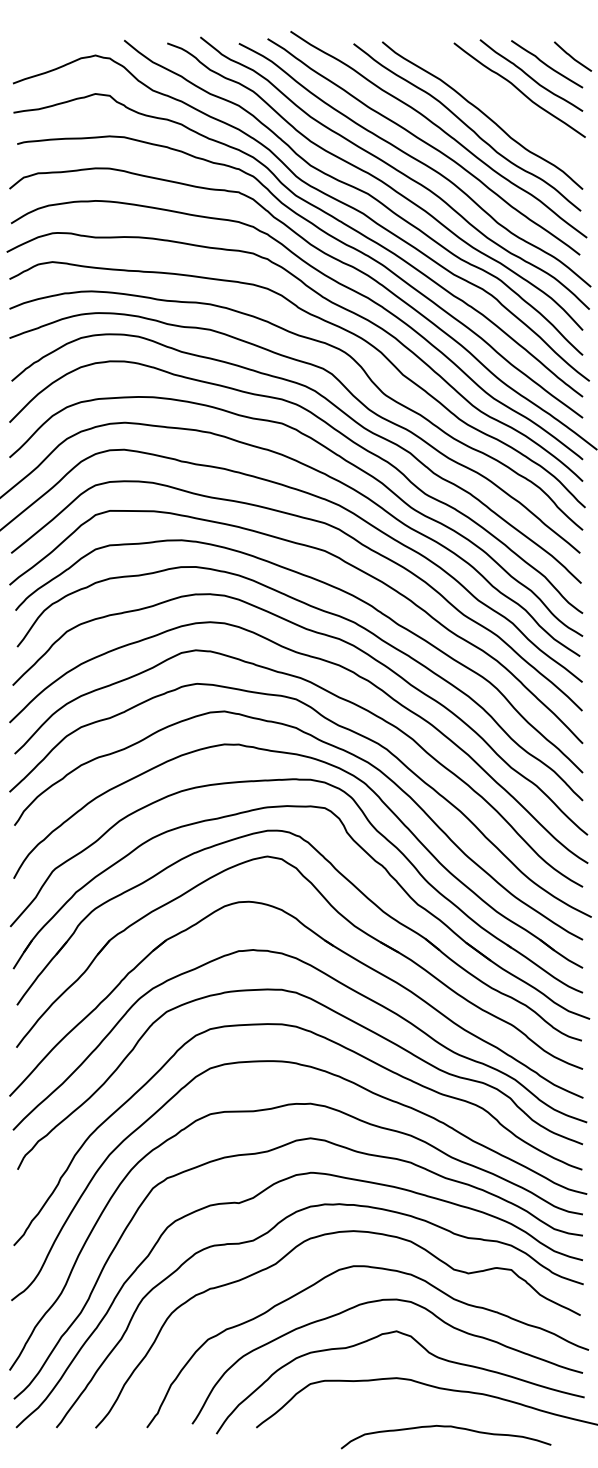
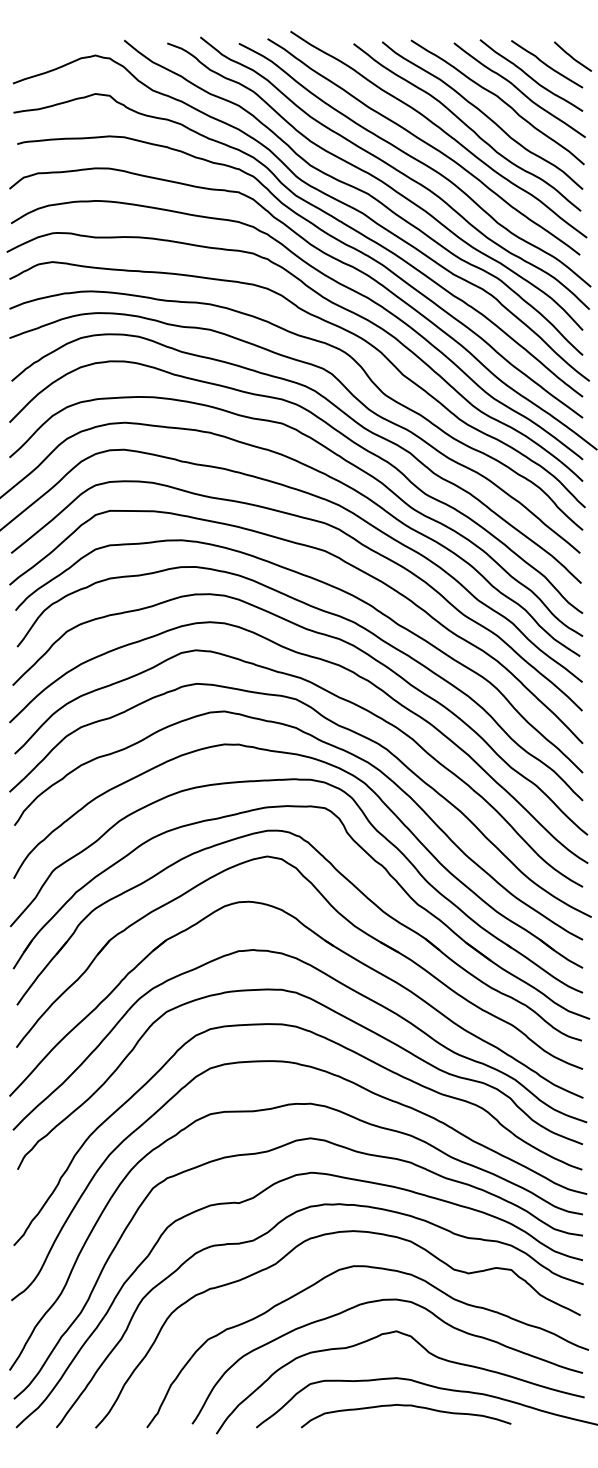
curve at (499, 99): none -> present
curve at (445, 1427) position: (445, 1427) -> (405, 1406)
